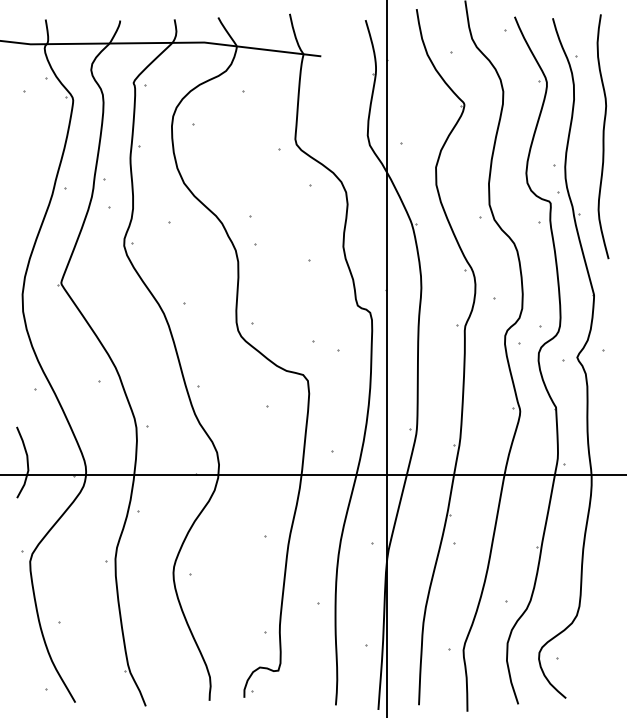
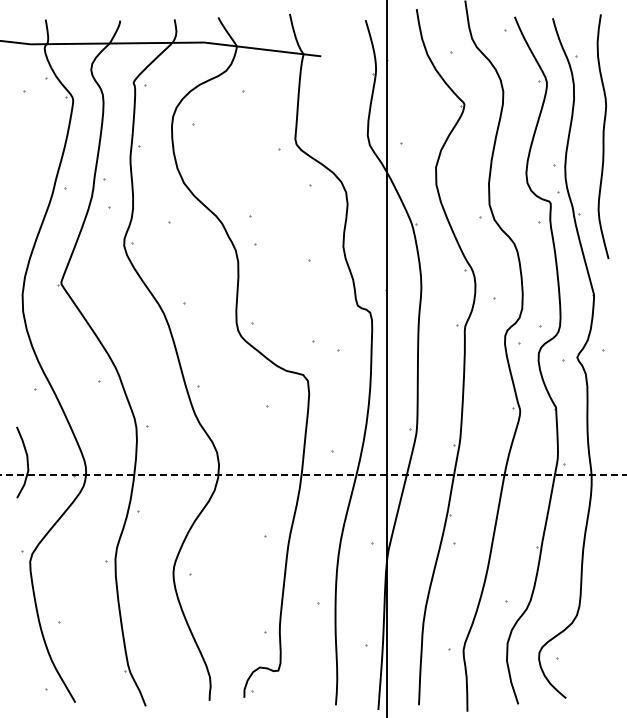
line at (312, 475): solid -> dashed
